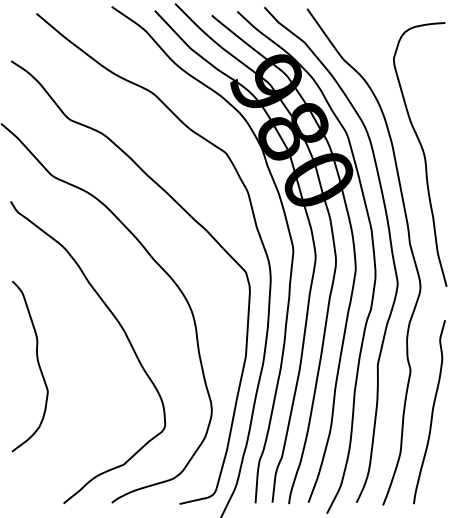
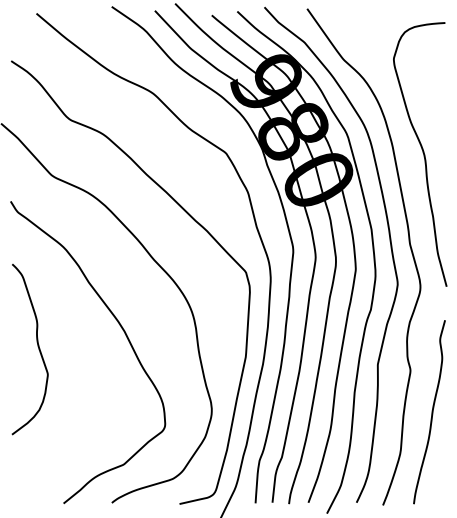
curve at (37, 363) position: (37, 363) -> (37, 346)
